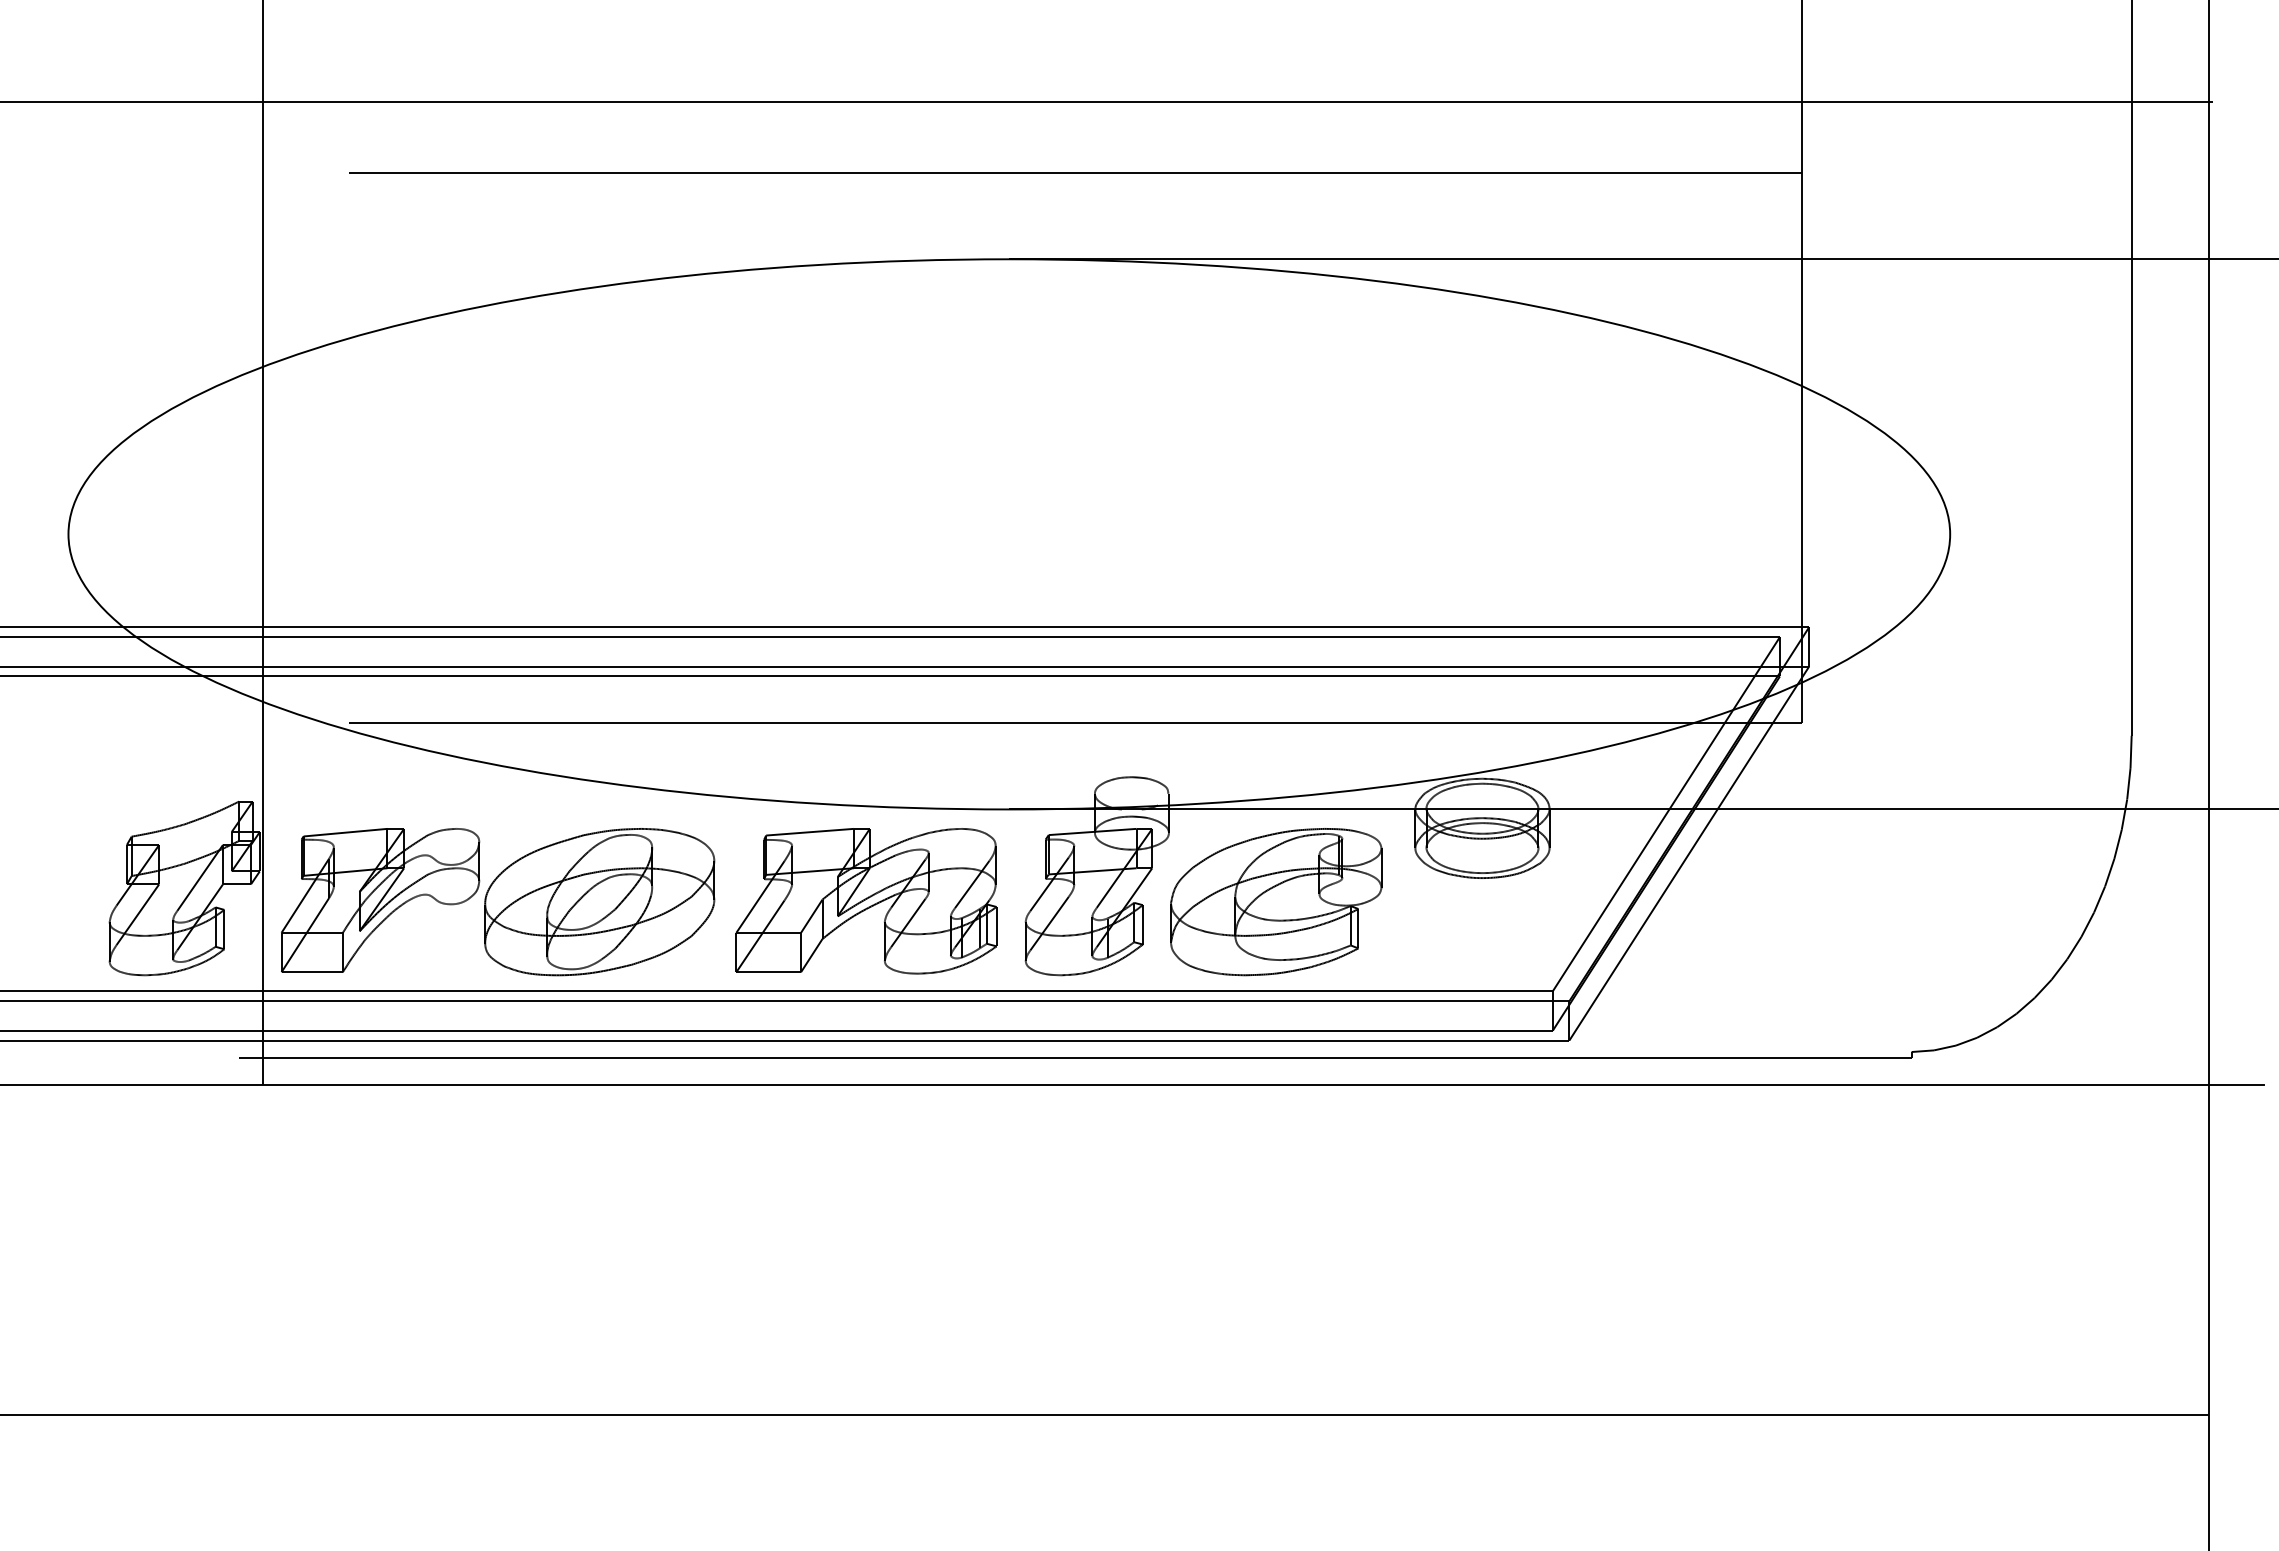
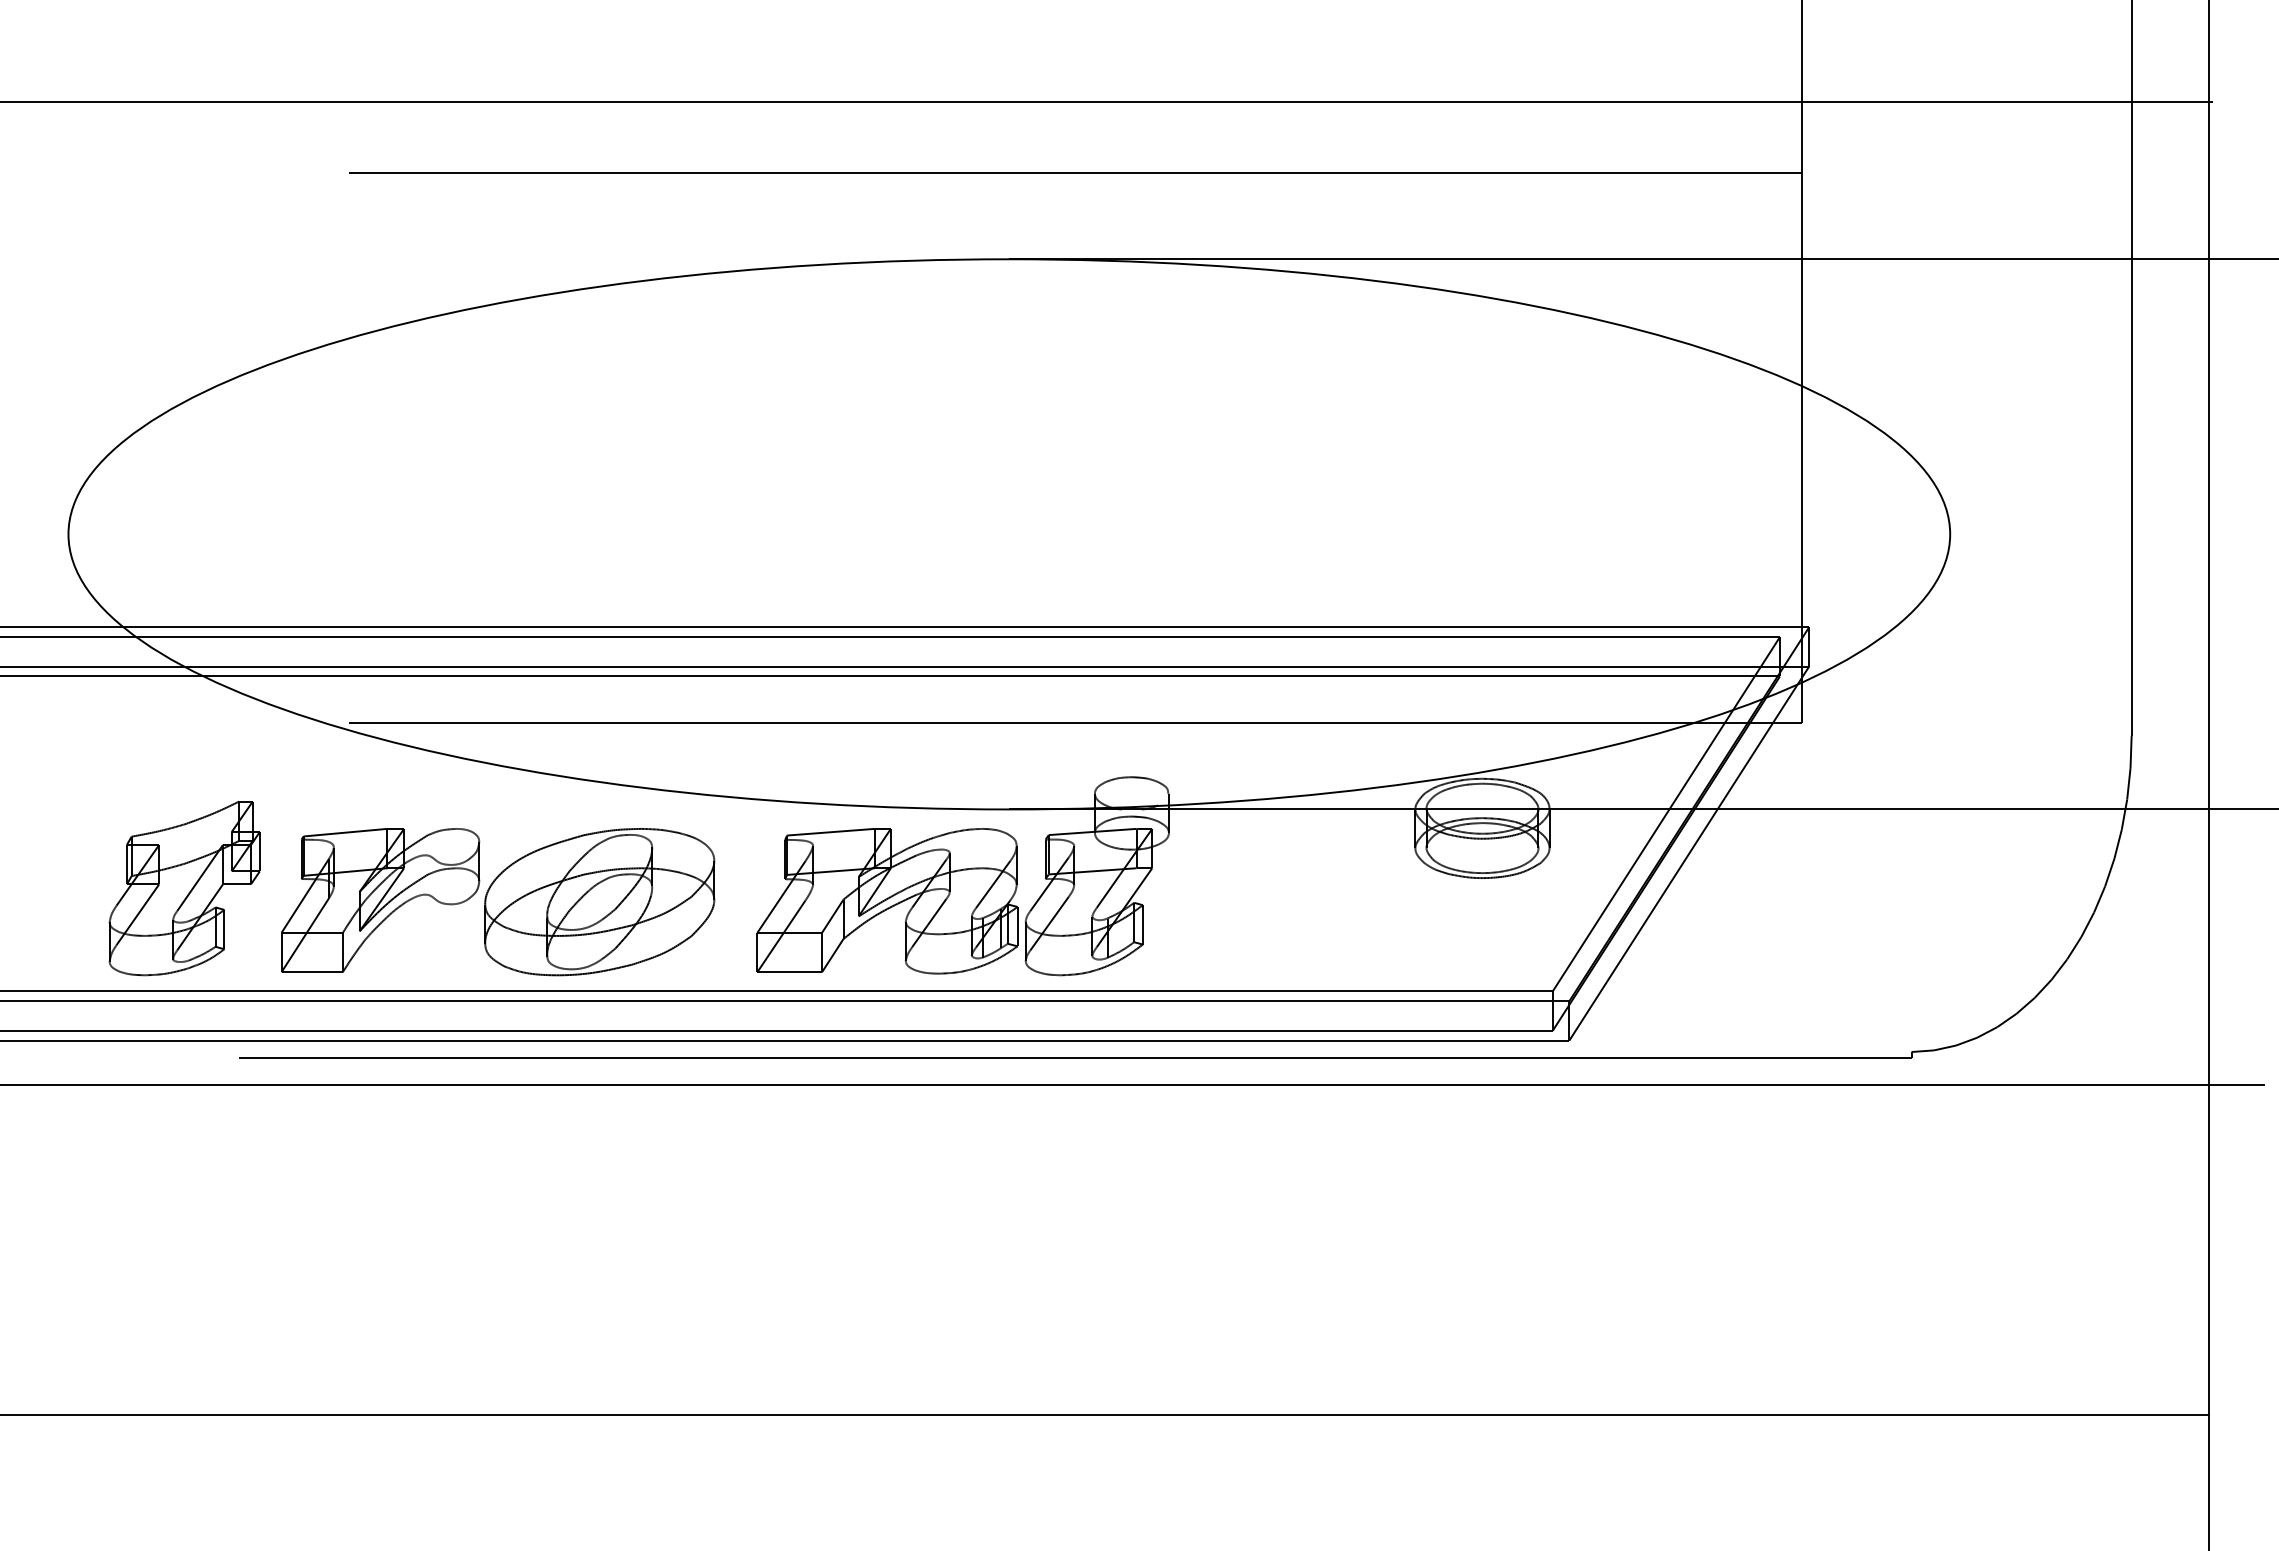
line at (263, 543): present -> none
part at (866, 901) position: (866, 901) -> (887, 901)
part at (1276, 902): present -> none
